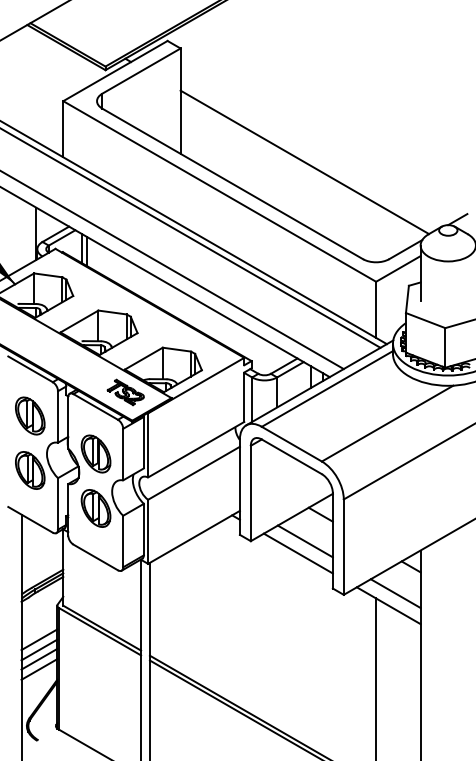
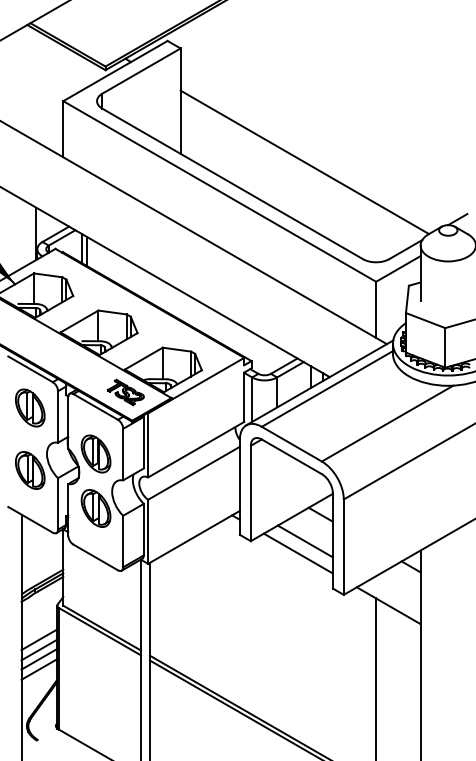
line at (191, 238): present -> none
line at (172, 270): present -> none
part at (30, 415) position: (30, 415) -> (30, 407)
line at (395, 593): present -> none
